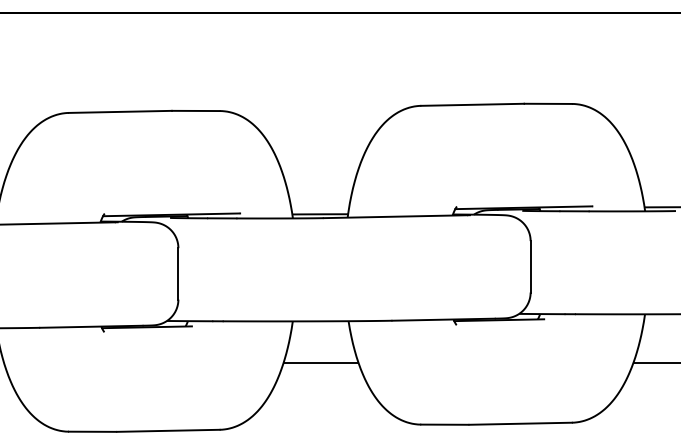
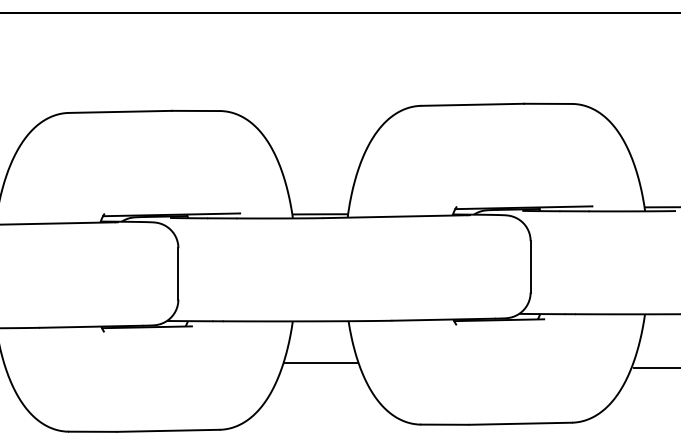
line at (655, 362) position: (655, 362) -> (655, 367)
